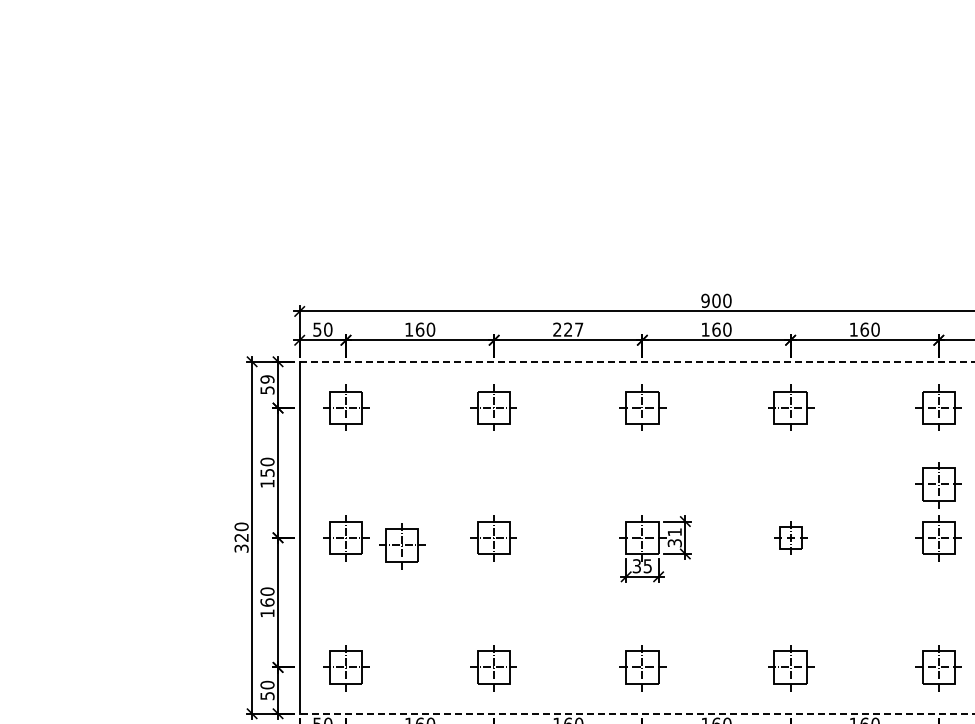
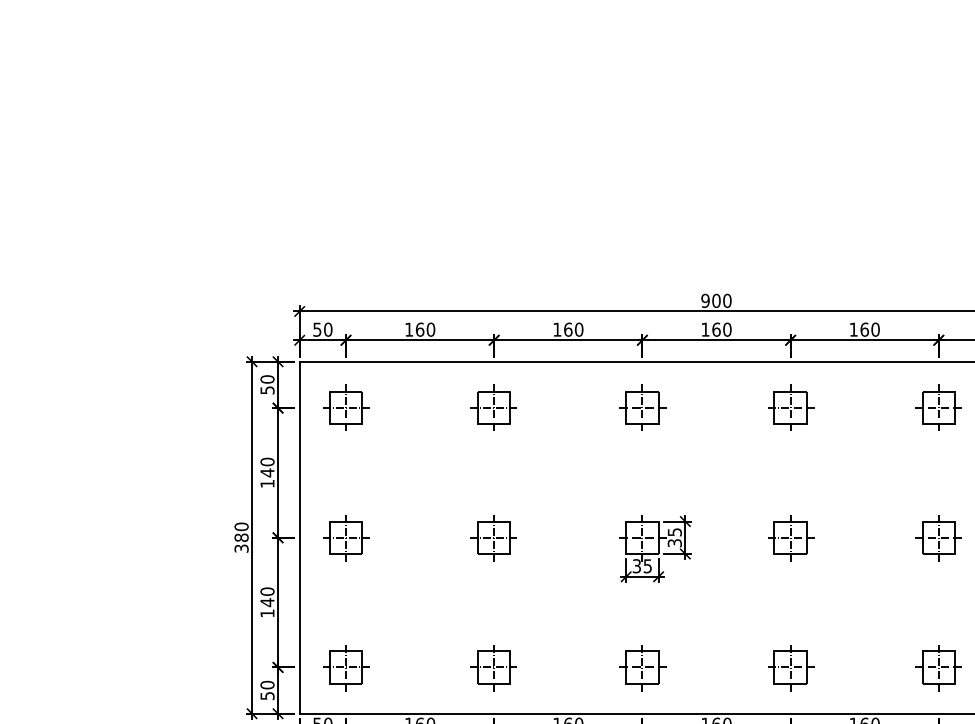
text at (568, 329): 227 -> 160
line at (637, 361): dashed -> solid
text at (267, 379): 59 -> 50
text at (267, 472): 150 -> 140
part at (938, 485): present -> none
text at (674, 532): 31 -> 35
text at (241, 537): 320 -> 380
part at (790, 537) size: 34x34 px -> 47x47 px
part at (402, 546): present -> none
text at (267, 602): 160 -> 140
line at (636, 713): dashed -> solid
